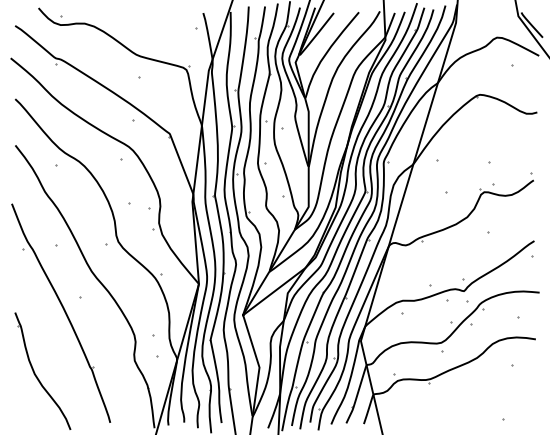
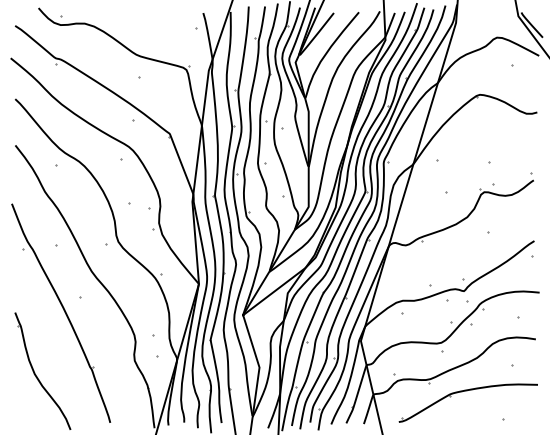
part at (467, 391): none -> present
